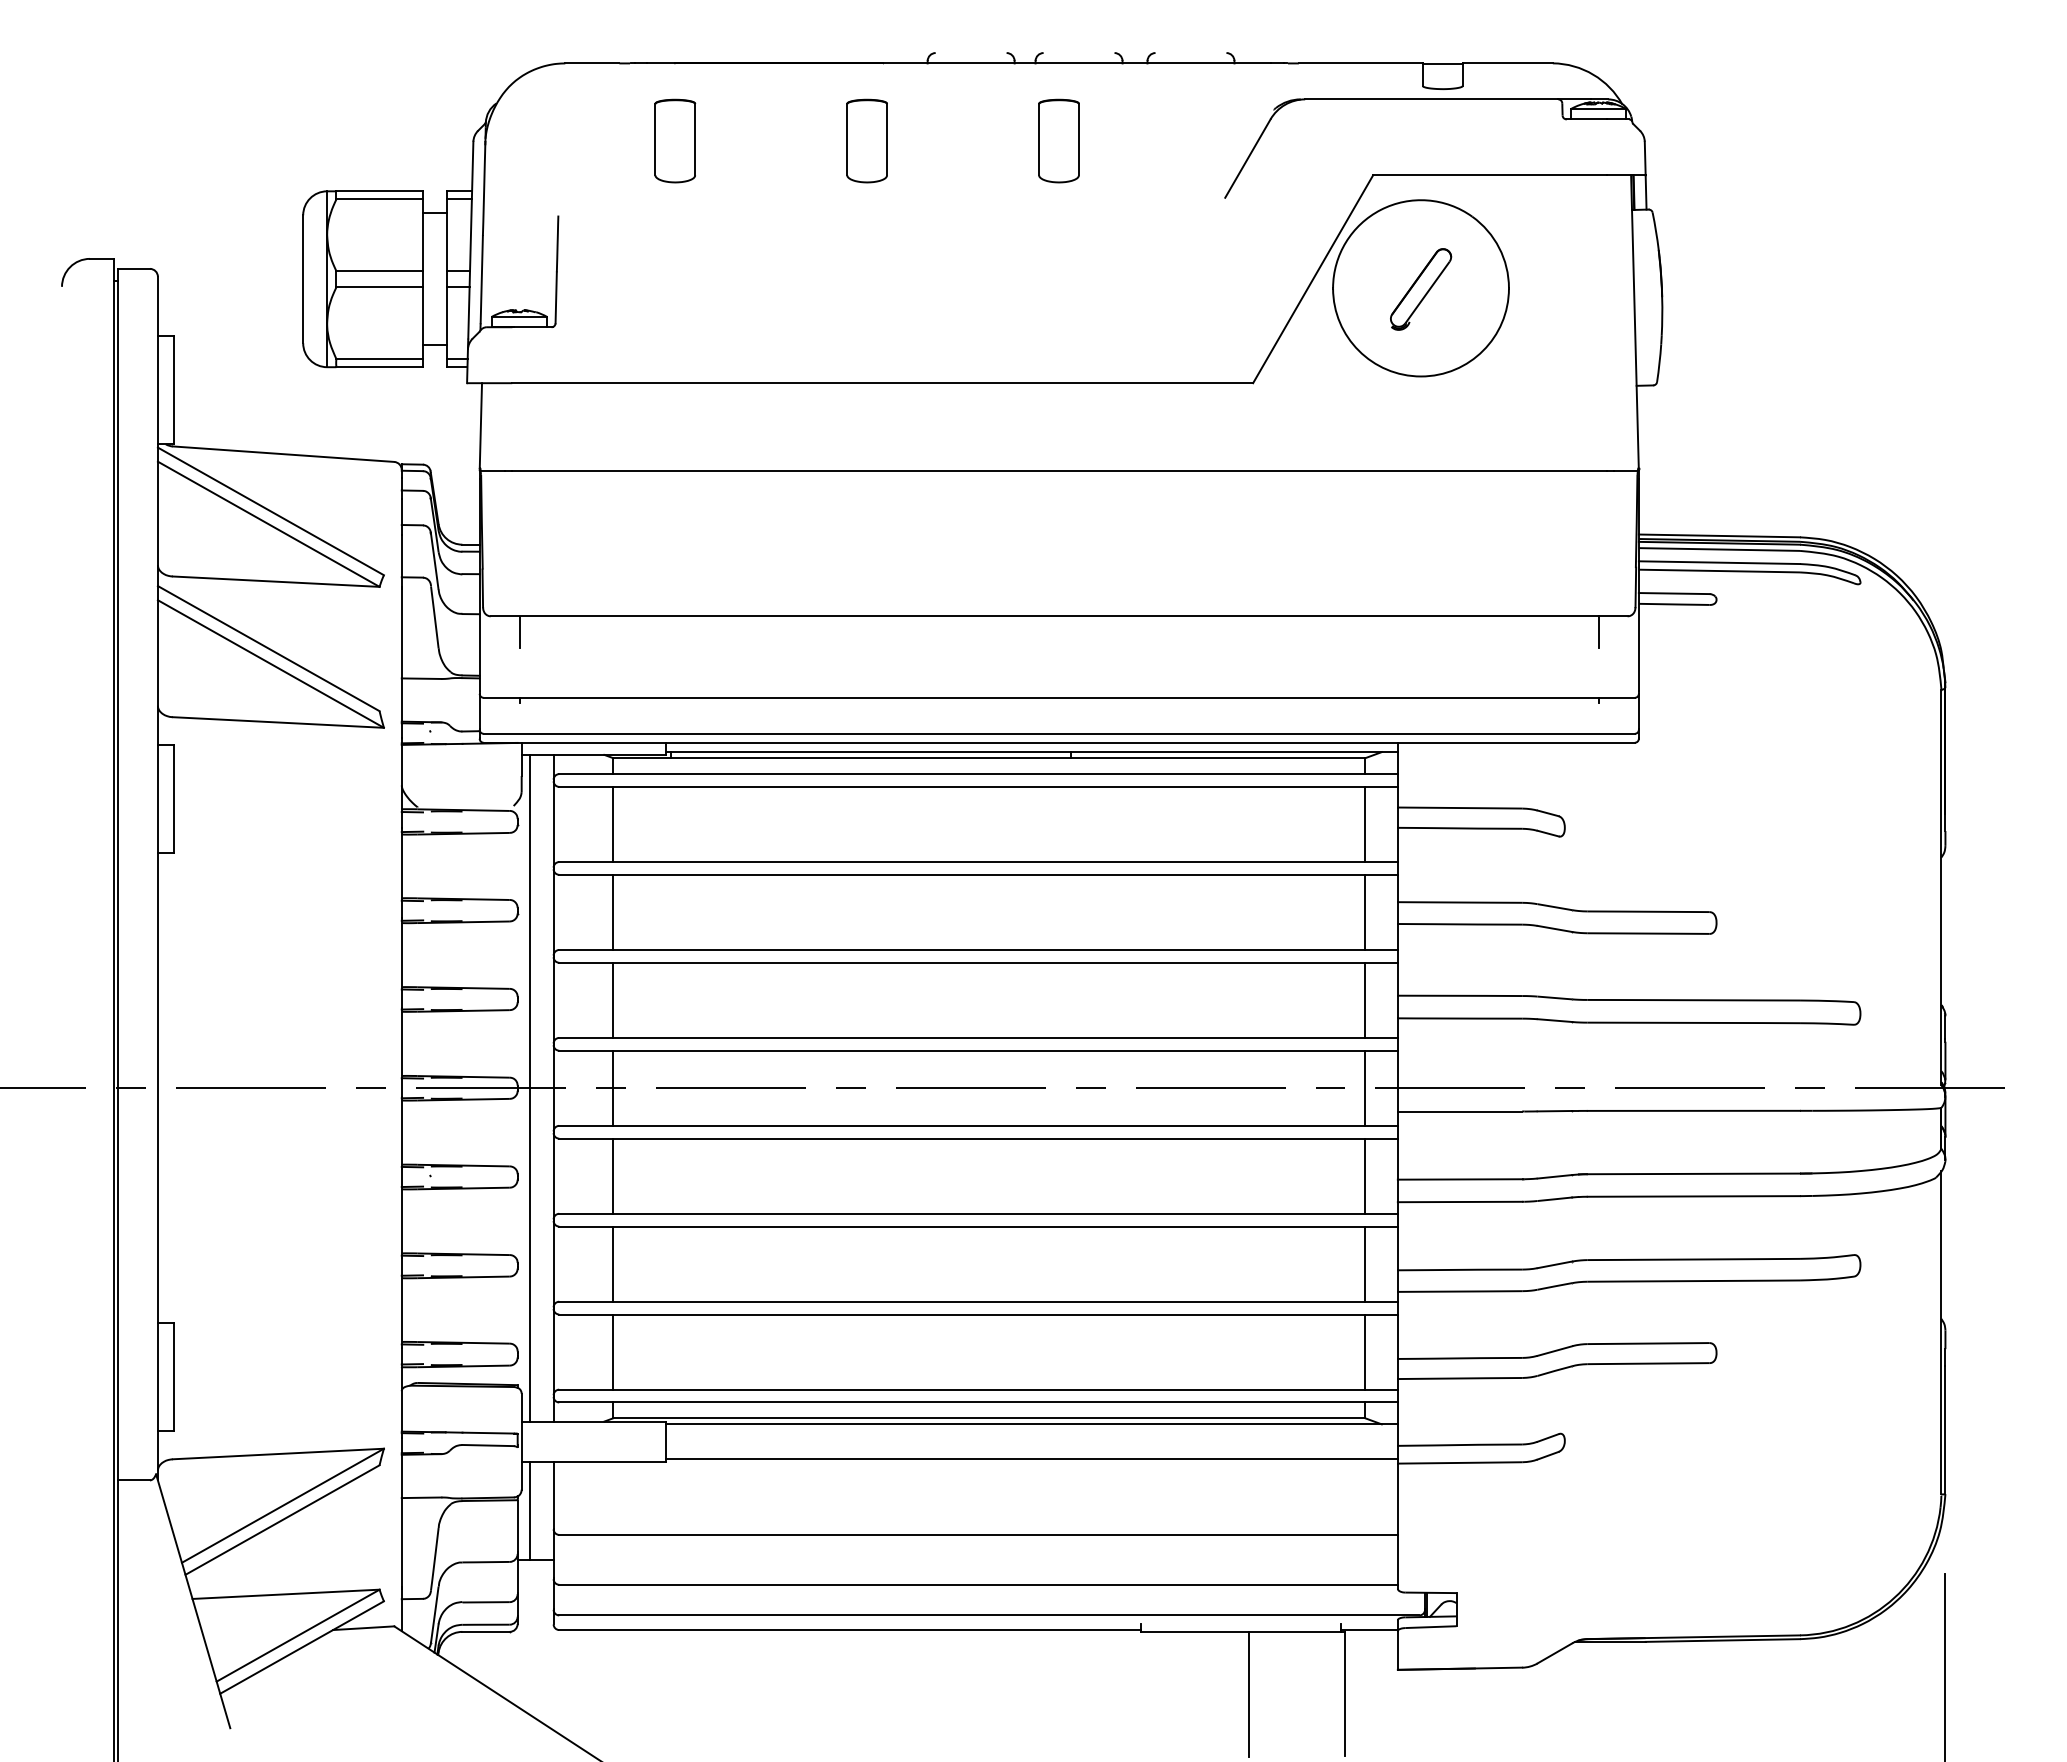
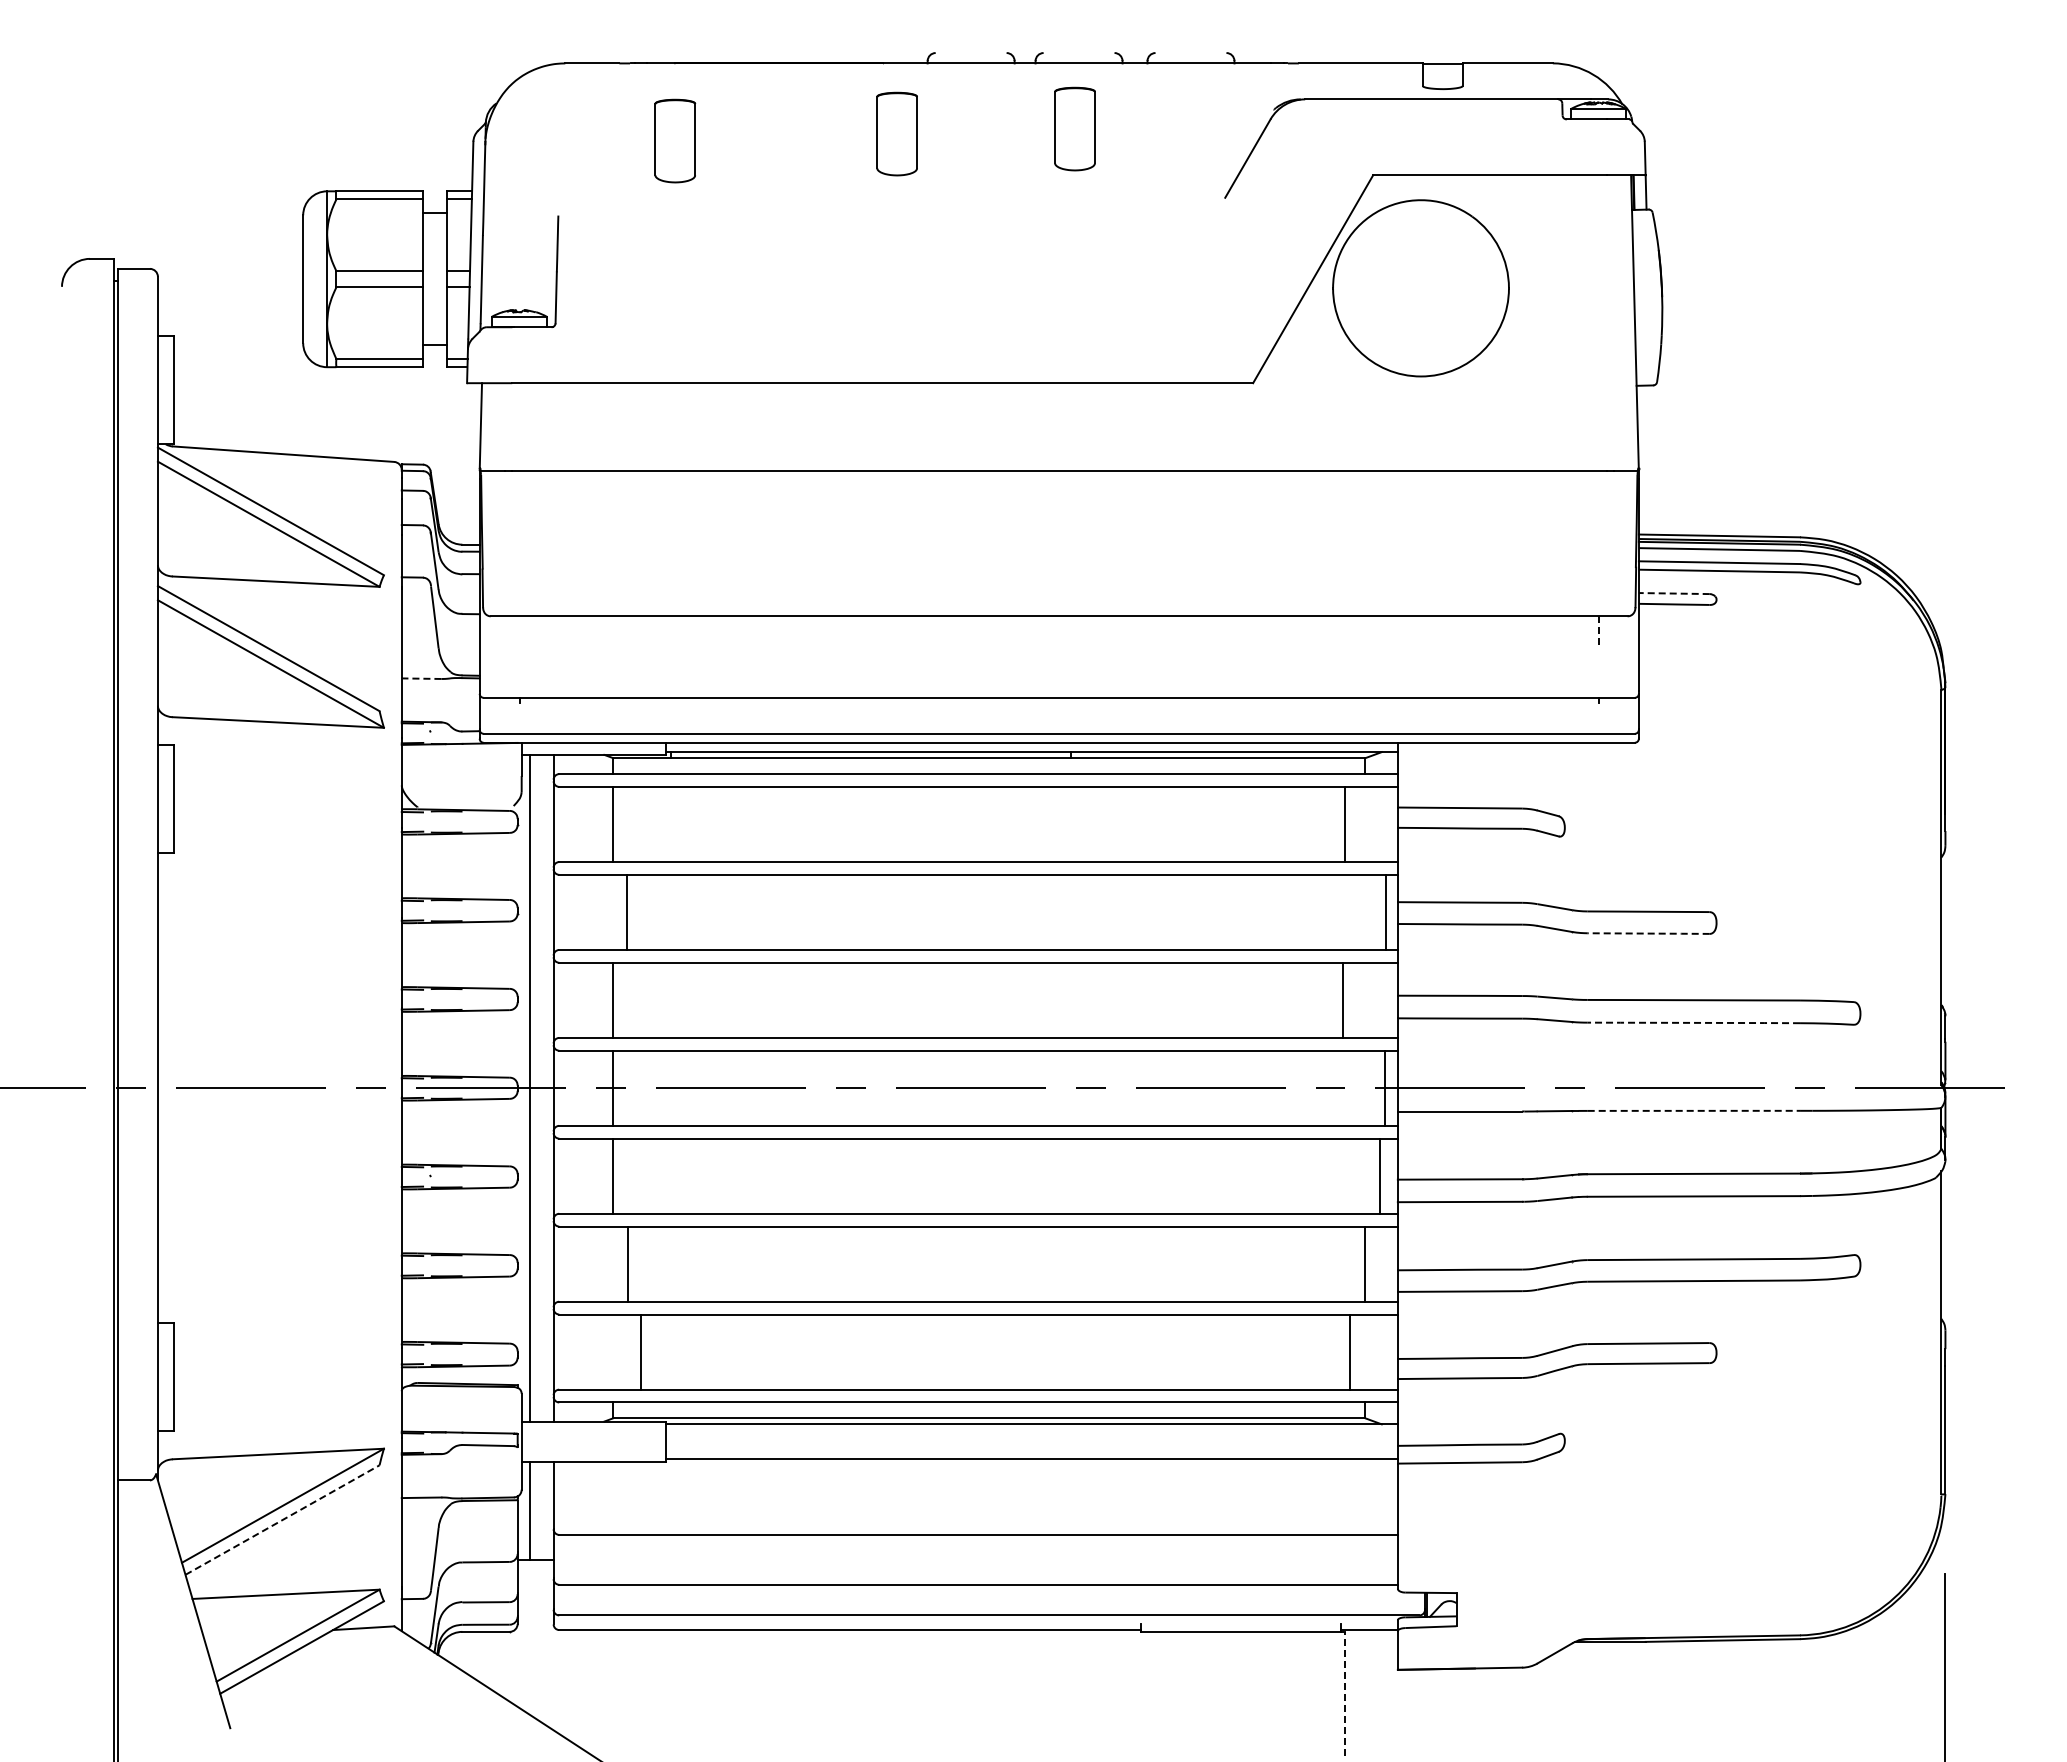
part at (866, 140) position: (866, 140) -> (896, 133)
part at (1058, 140) position: (1058, 140) -> (1074, 128)
part at (1421, 289): present -> none
line at (1673, 593): solid -> dashed
line at (519, 632): present -> none
line at (1598, 632): solid -> dashed
line at (421, 678): solid -> dashed
line at (1365, 824) position: (1365, 824) -> (1345, 824)
line at (613, 911) position: (613, 911) -> (627, 911)
line at (1365, 911) position: (1365, 911) -> (1386, 911)
line at (1649, 933): solid -> dashed
line at (1365, 999) position: (1365, 999) -> (1343, 999)
line at (1693, 1022): solid -> dashed
line at (1365, 1087) position: (1365, 1087) -> (1385, 1087)
line at (1694, 1110): solid -> dashed
line at (1365, 1175) position: (1365, 1175) -> (1380, 1175)
line at (613, 1263) position: (613, 1263) -> (628, 1263)
line at (613, 1351) position: (613, 1351) -> (641, 1351)
line at (1365, 1351) position: (1365, 1351) -> (1350, 1351)
line at (283, 1519): solid -> dashed
line at (1249, 1693): present -> none
line at (1345, 1693): solid -> dashed
